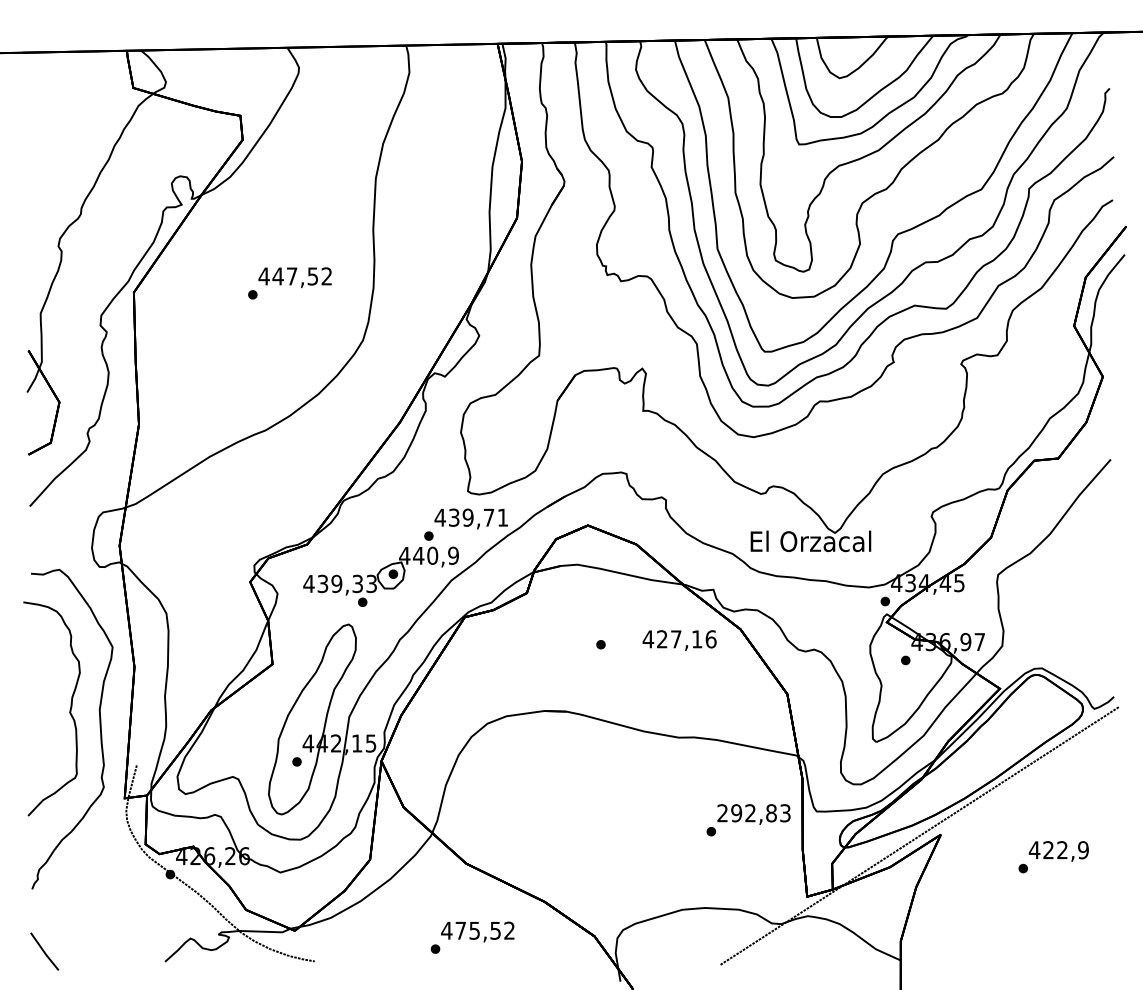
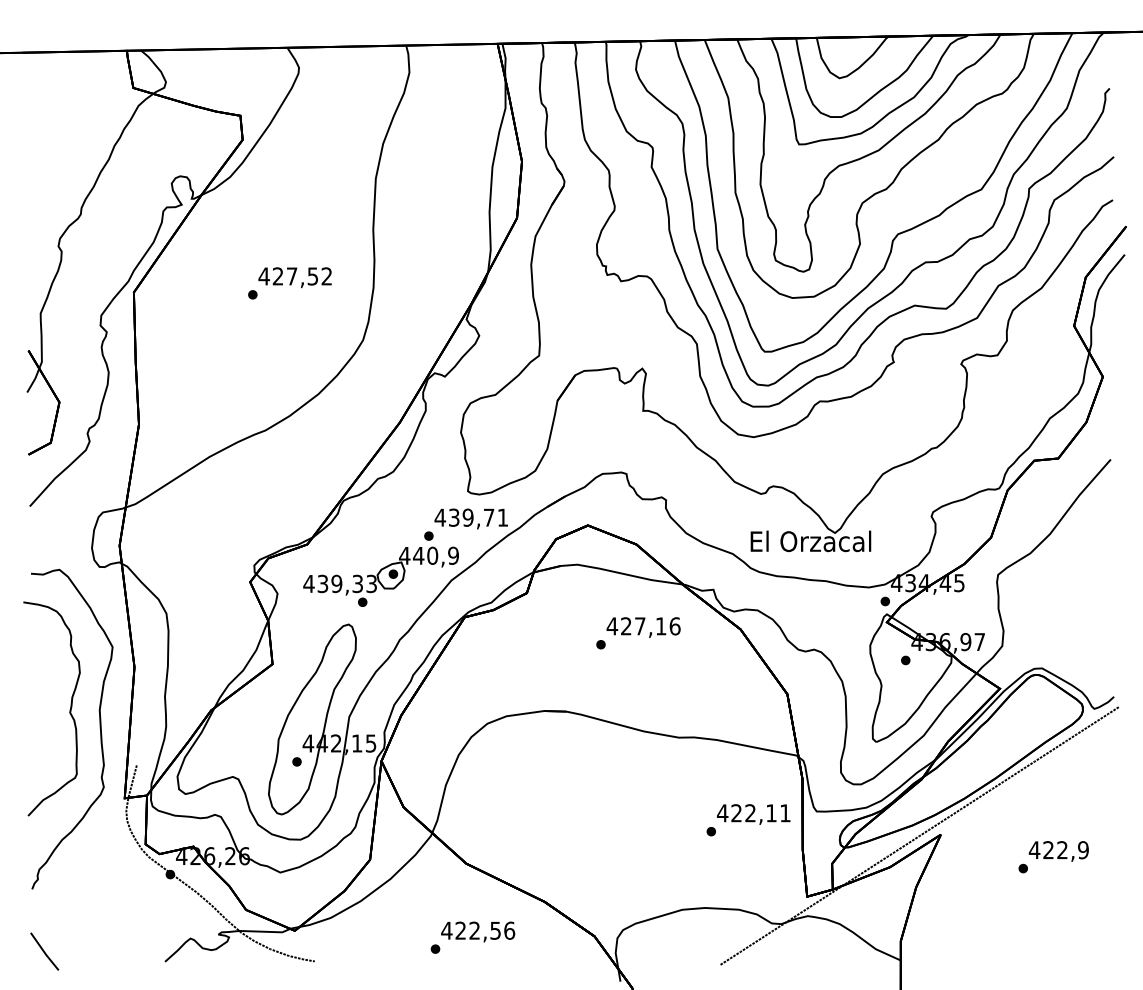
text at (277, 276): 447,52 -> 427,52
text at (679, 640) position: (679, 640) -> (643, 627)
text at (753, 813): 292,83 -> 422,11
text at (485, 930): 475,52 -> 422,56
